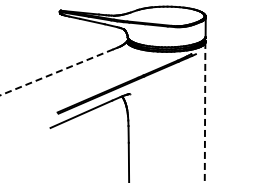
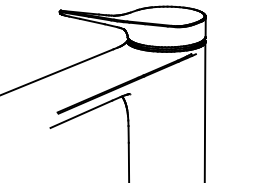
line at (57, 72): dashed -> solid
line at (205, 112): dashed -> solid
